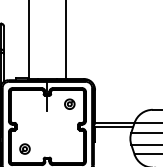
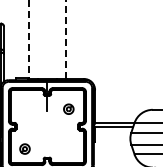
line at (65, 39): solid -> dashed
line at (29, 40): solid -> dashed
part at (69, 103) position: (69, 103) -> (68, 108)
